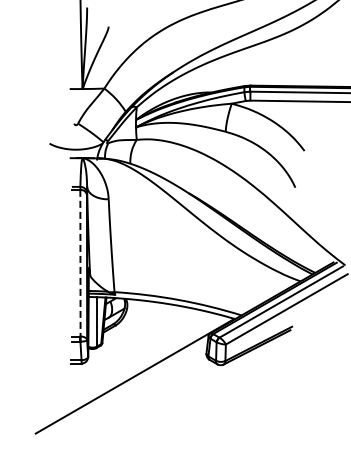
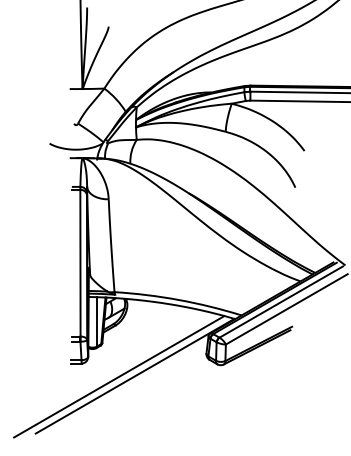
line at (80, 263): dashed -> solid
line at (119, 376): none -> present
